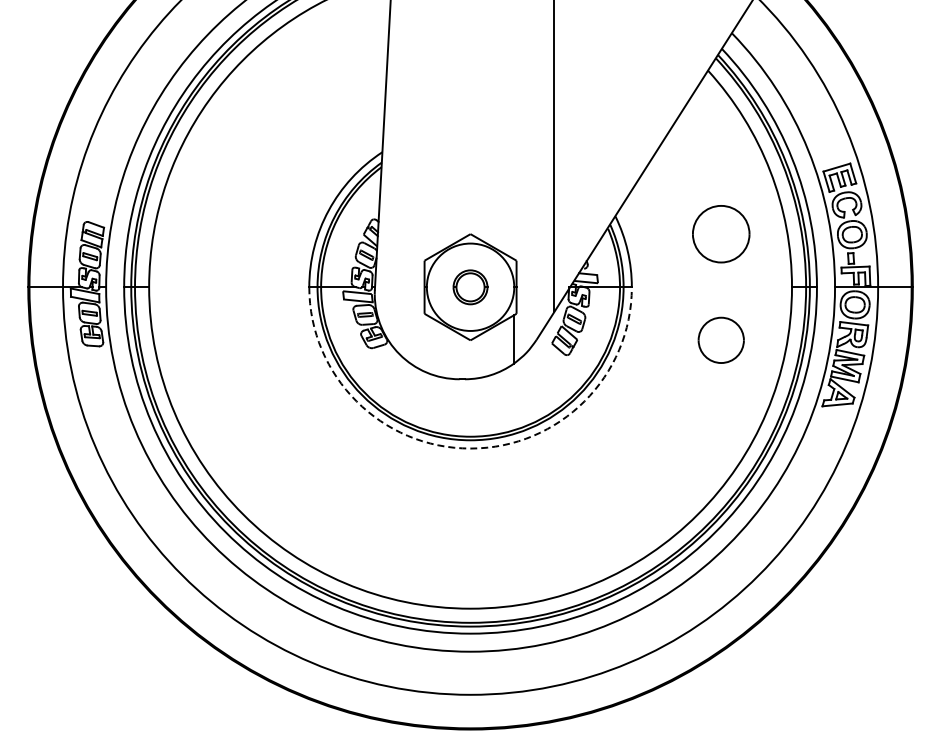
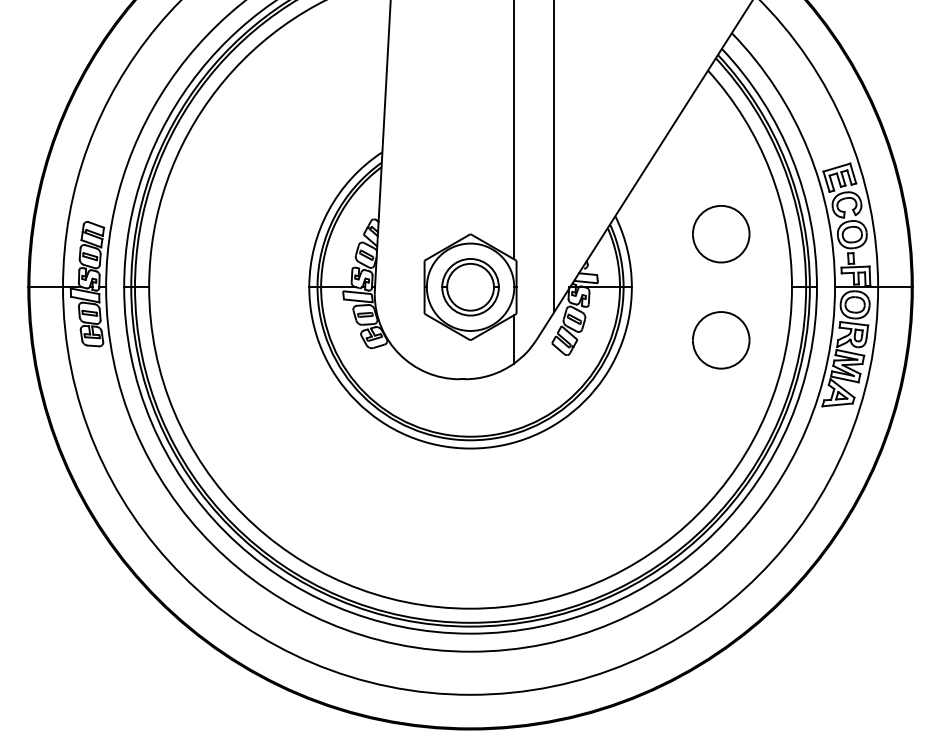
line at (514, 130): none -> present
part at (470, 287) size: 37x37 px -> 59x59 px
part at (720, 339) size: 48x48 px -> 59x59 px
arc at (470, 448): dashed -> solid
